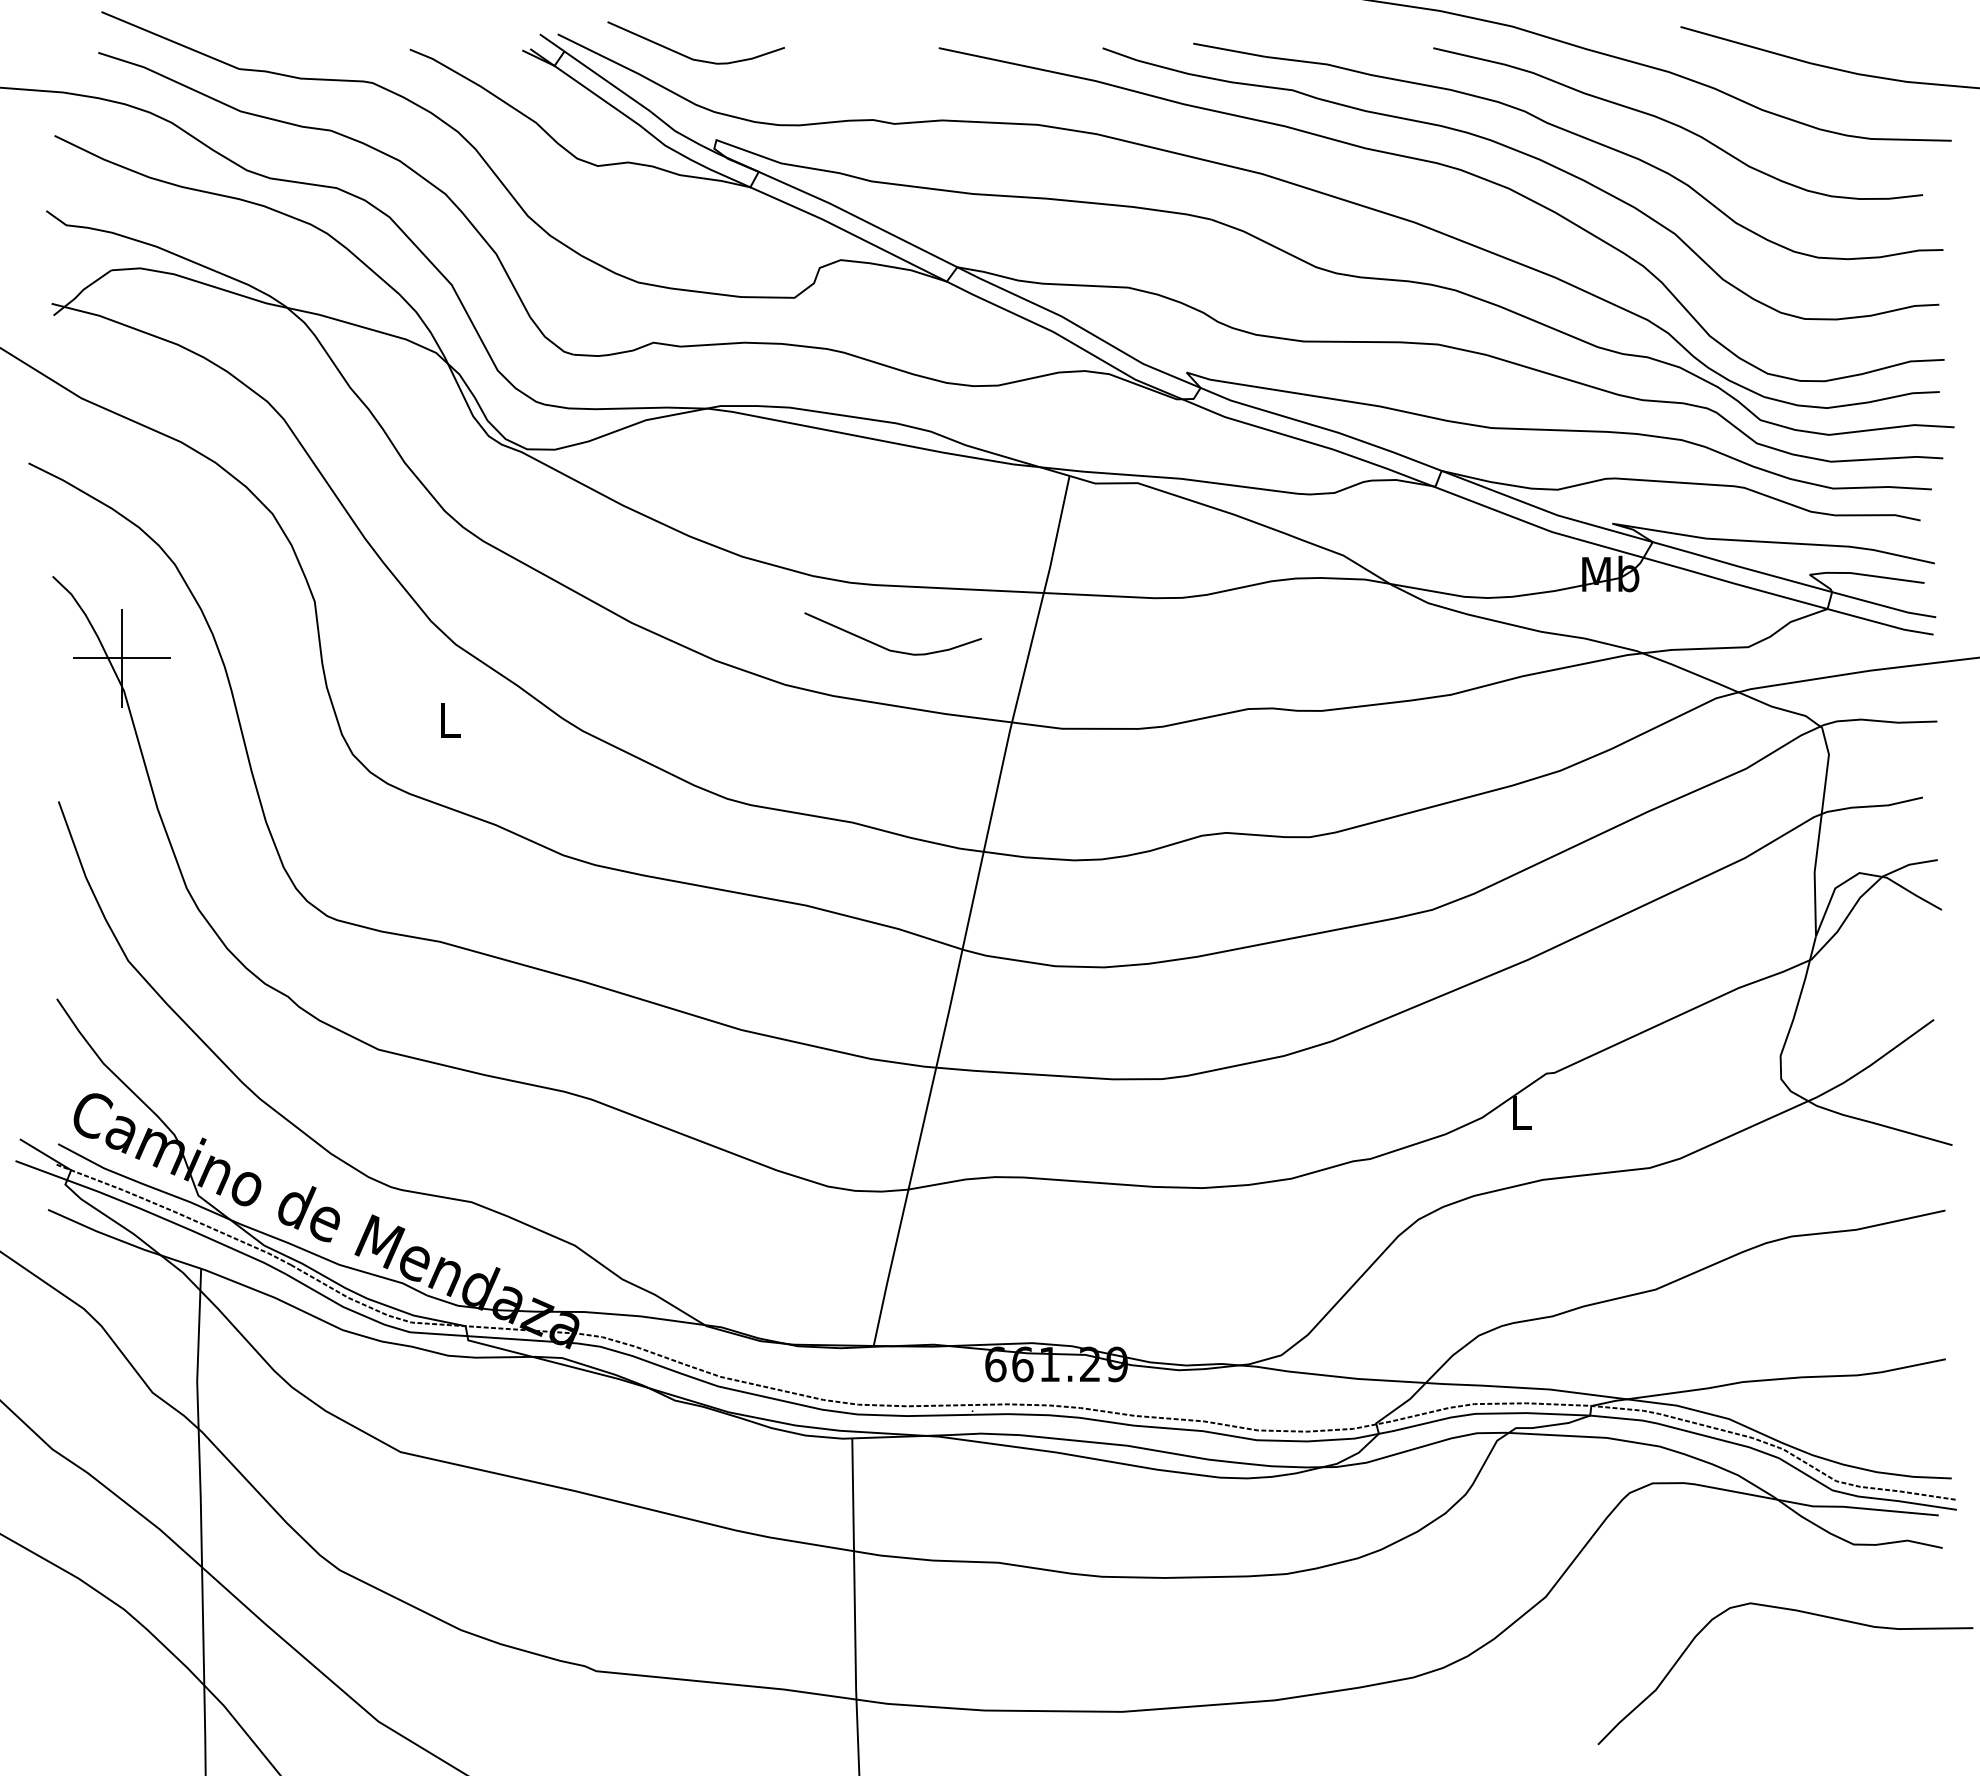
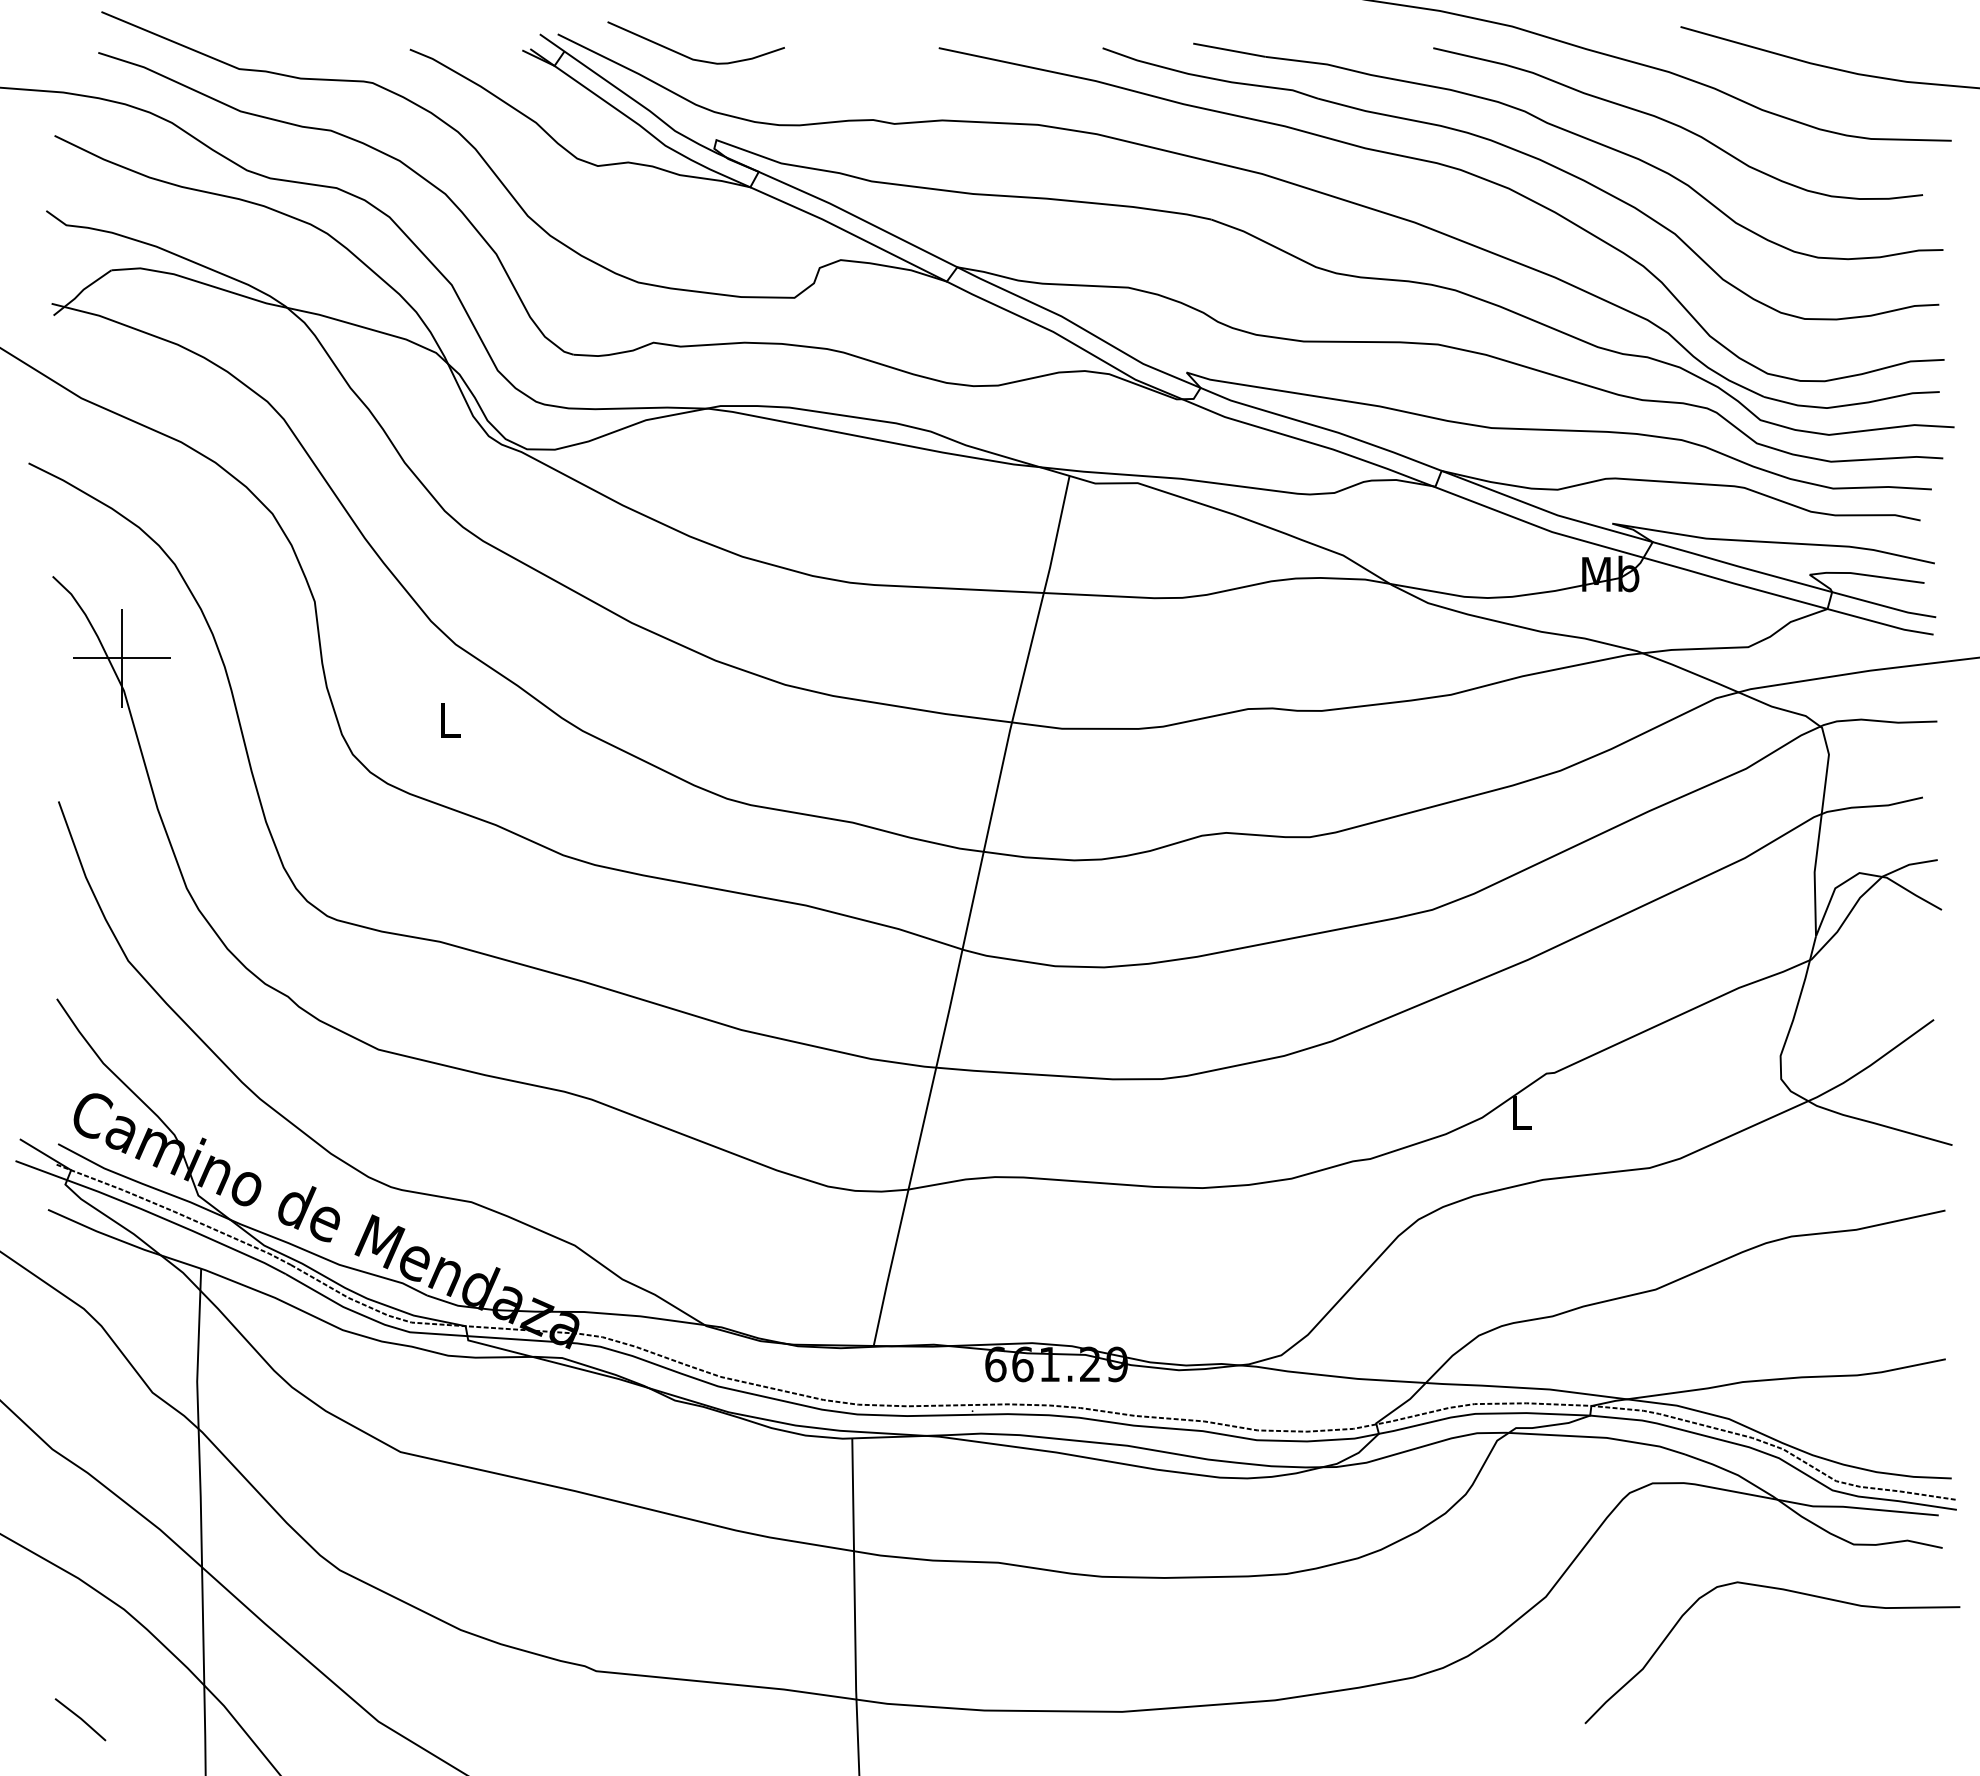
curve at (885, 647): present -> none
curve at (1795, 1611) position: (1795, 1611) -> (1782, 1590)
line at (80, 1719): none -> present
